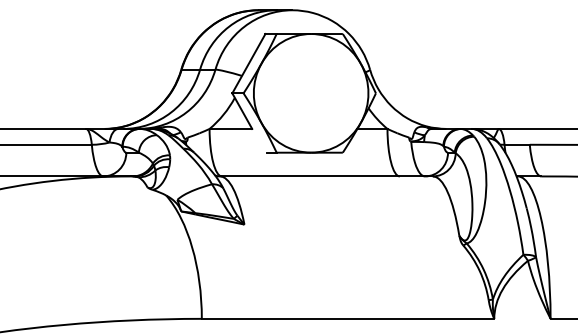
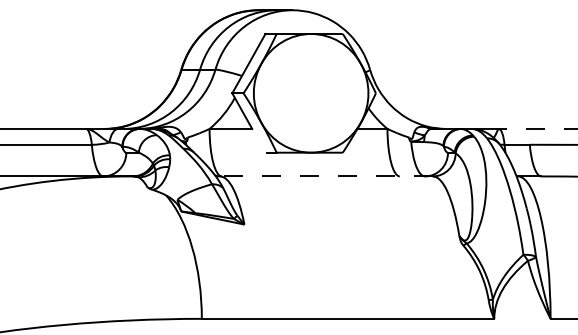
line at (537, 128): solid -> dashed
line at (325, 176): solid -> dashed
